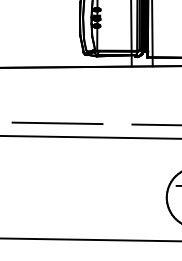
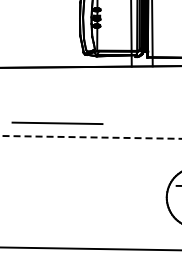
line at (155, 124): present -> none
line at (91, 137): solid -> dashed
line at (90, 239) position: (90, 239) -> (90, 248)
